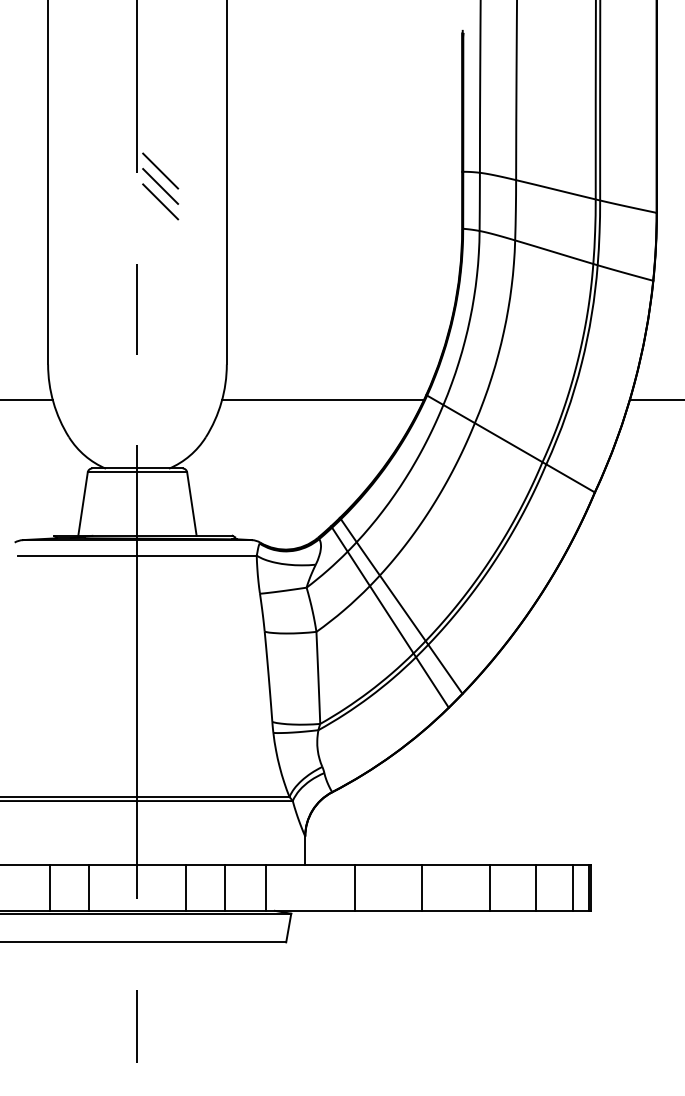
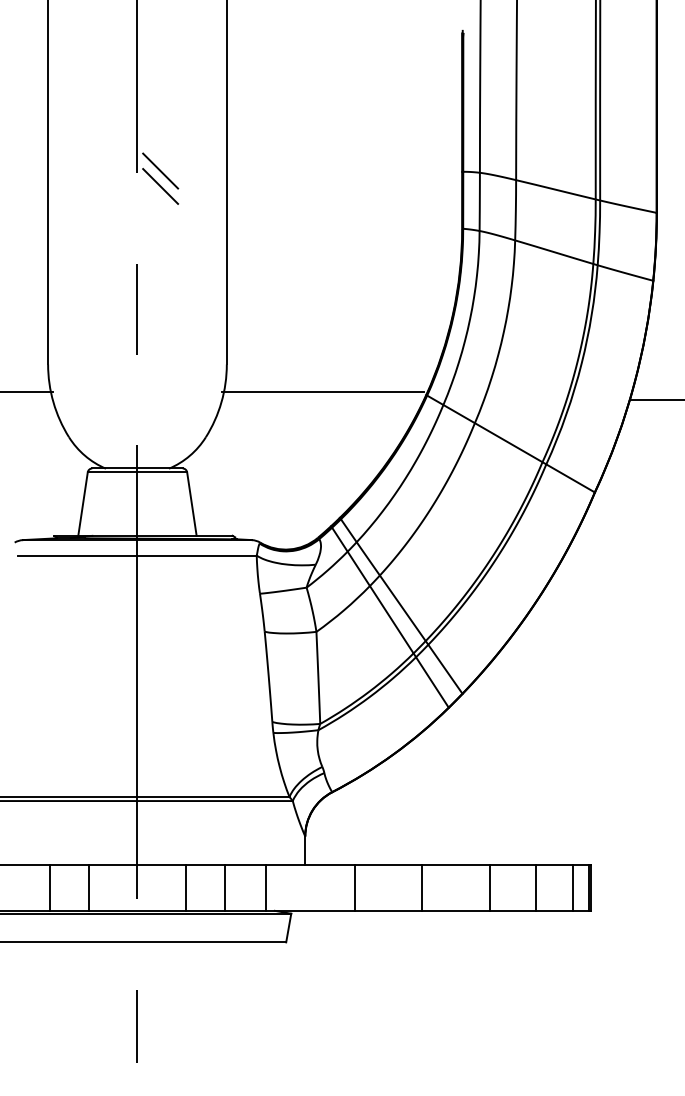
line at (160, 201): present -> none
line at (27, 400) position: (27, 400) -> (27, 392)
line at (322, 400) position: (322, 400) -> (322, 392)
